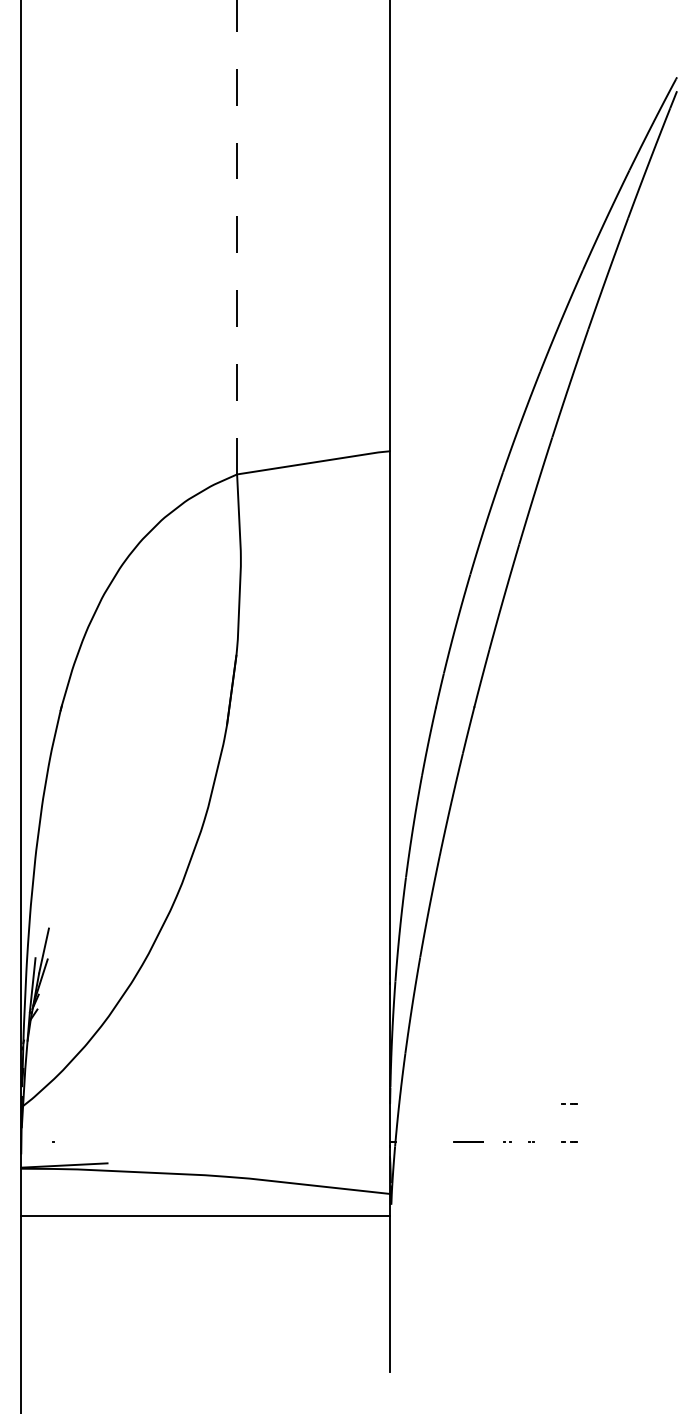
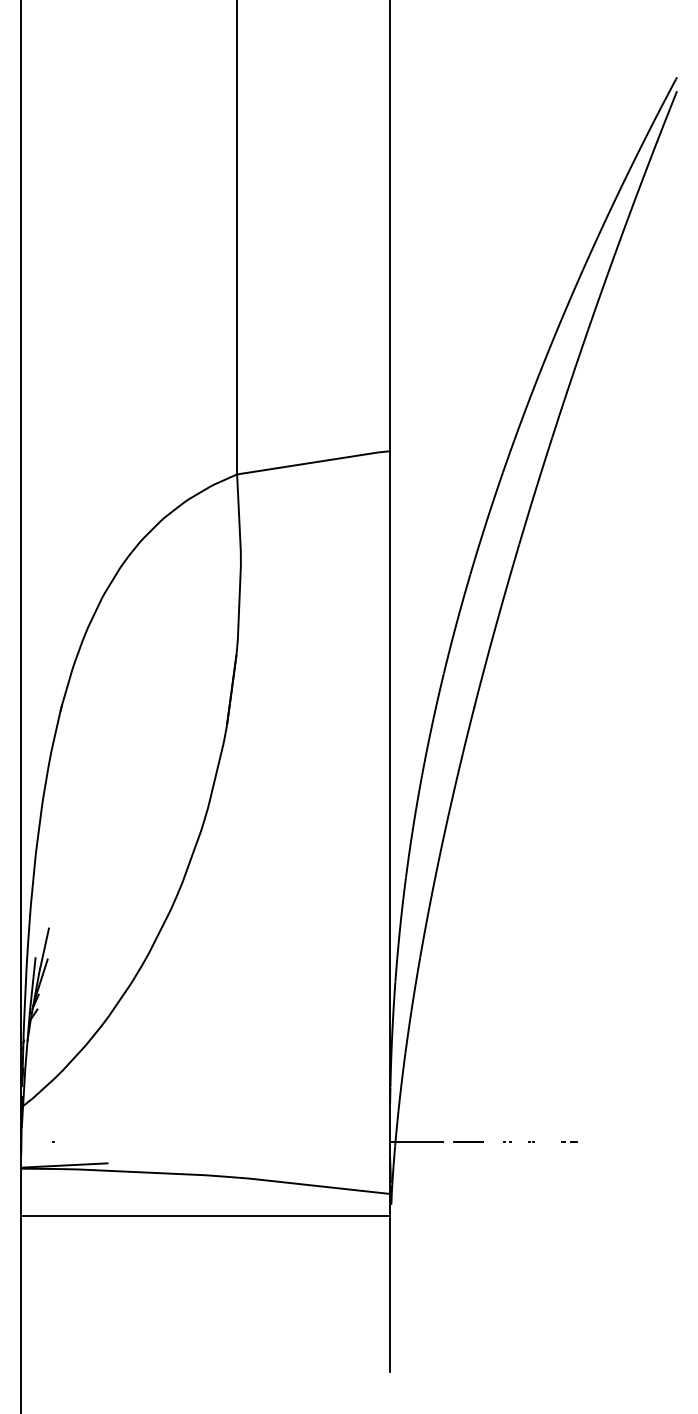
line at (237, 237): dashed -> solid
line at (570, 1103): present -> none
line at (419, 1142): none -> present
